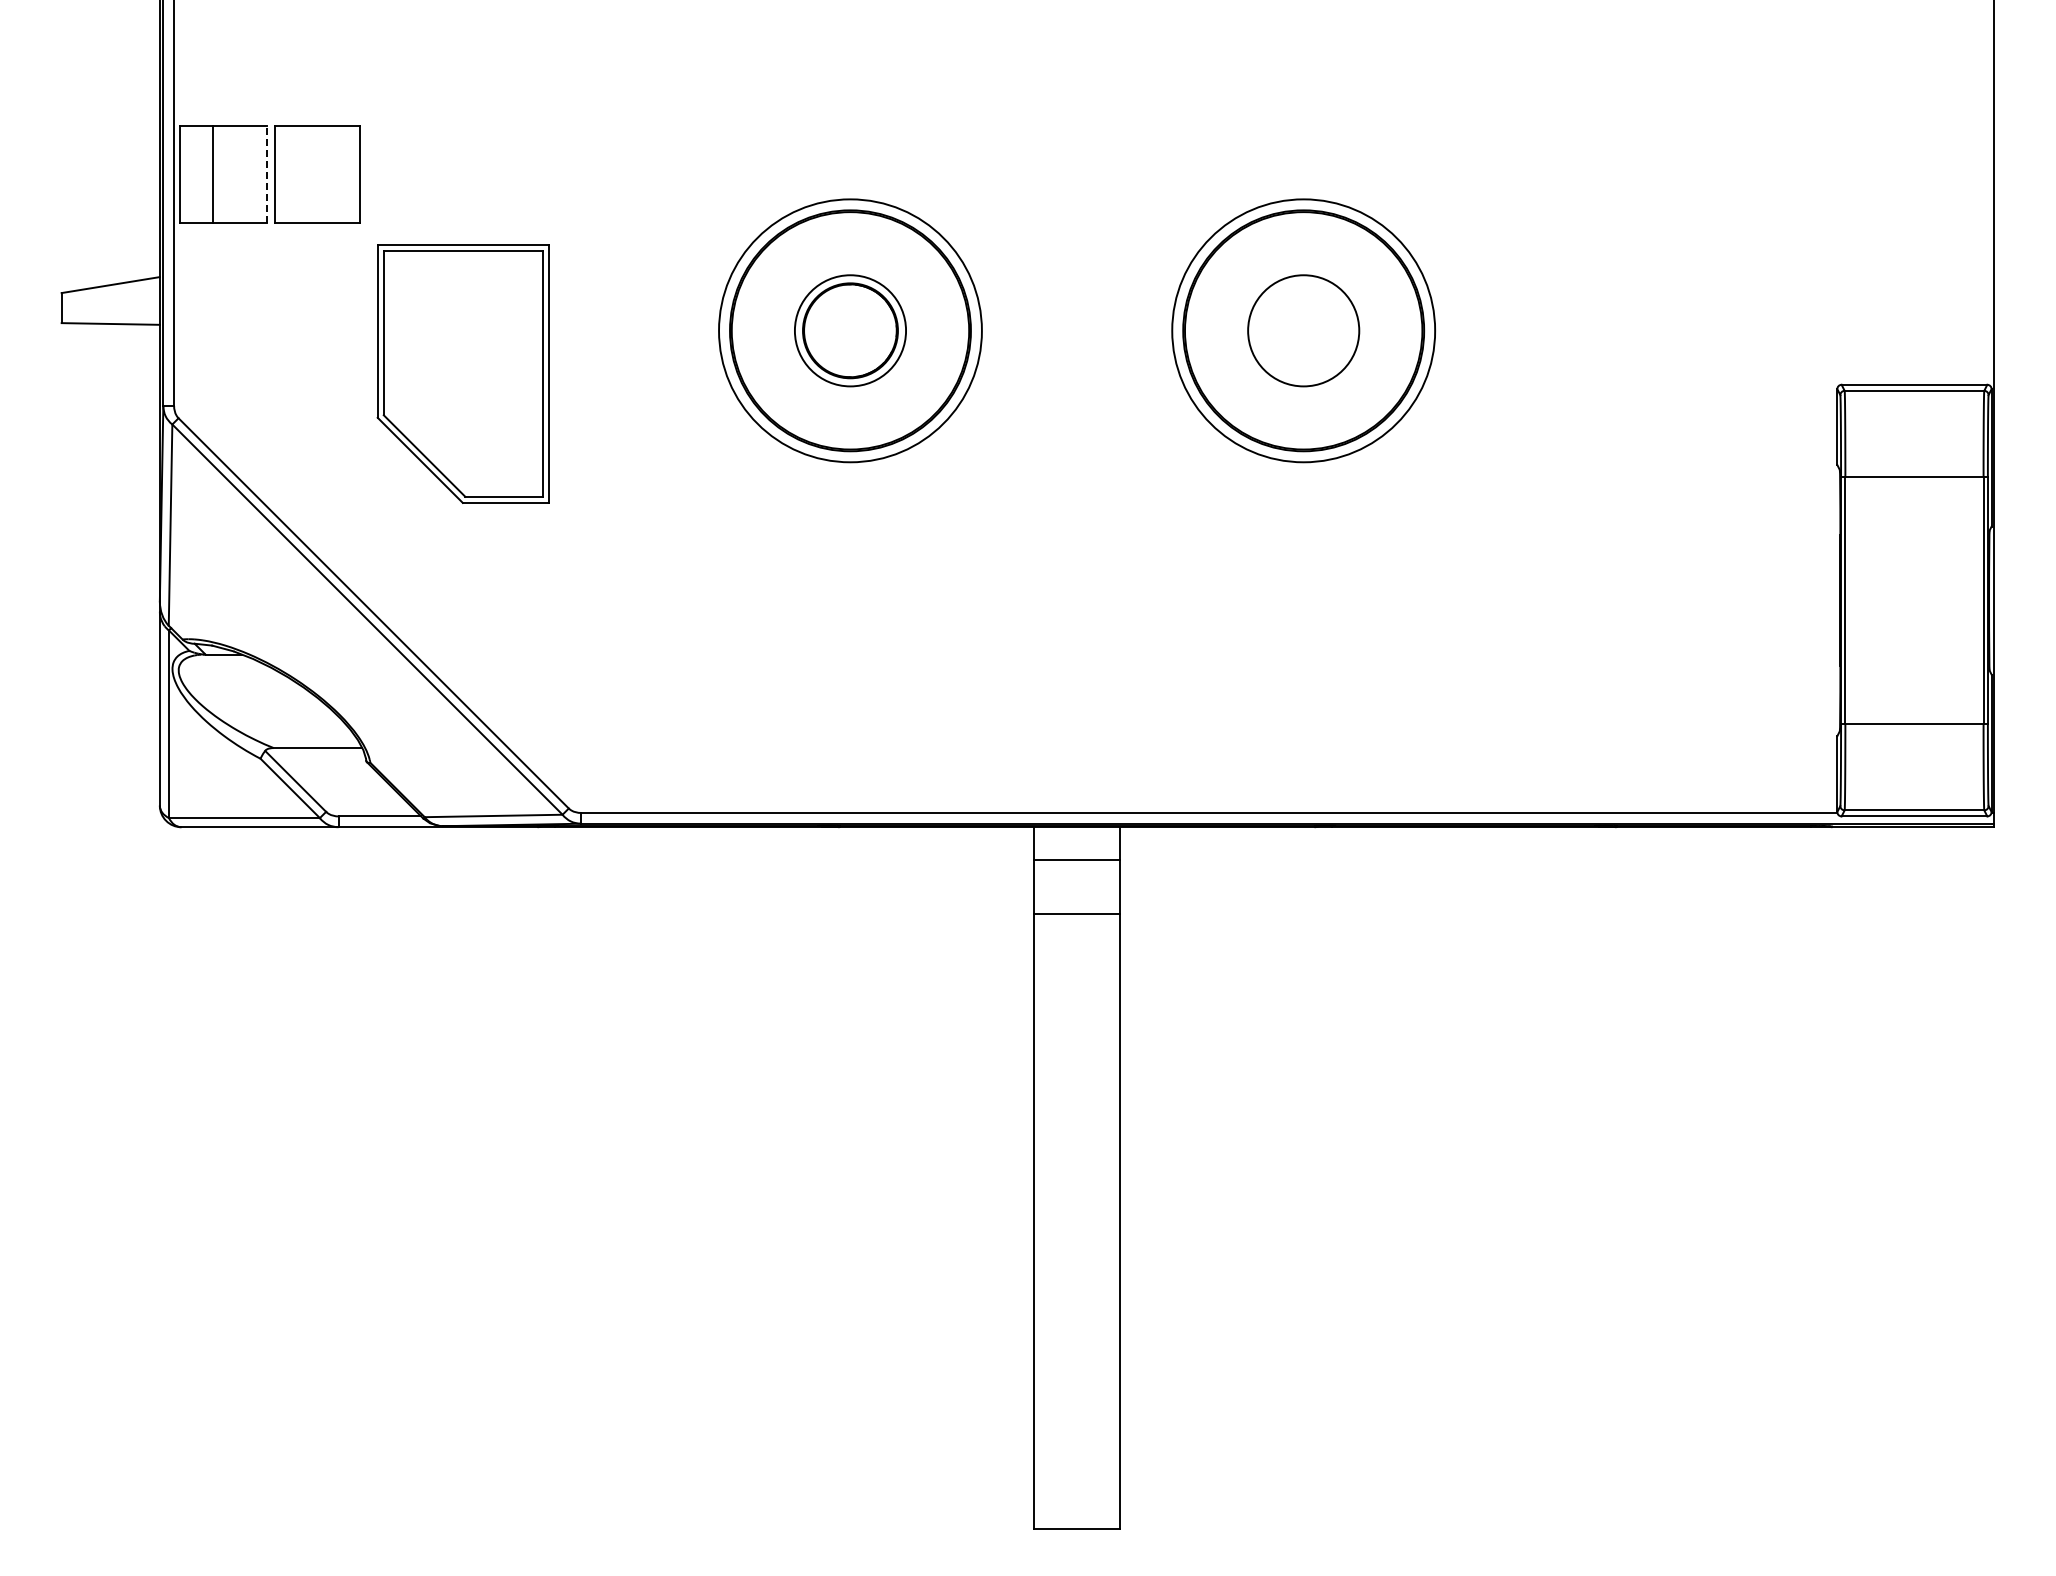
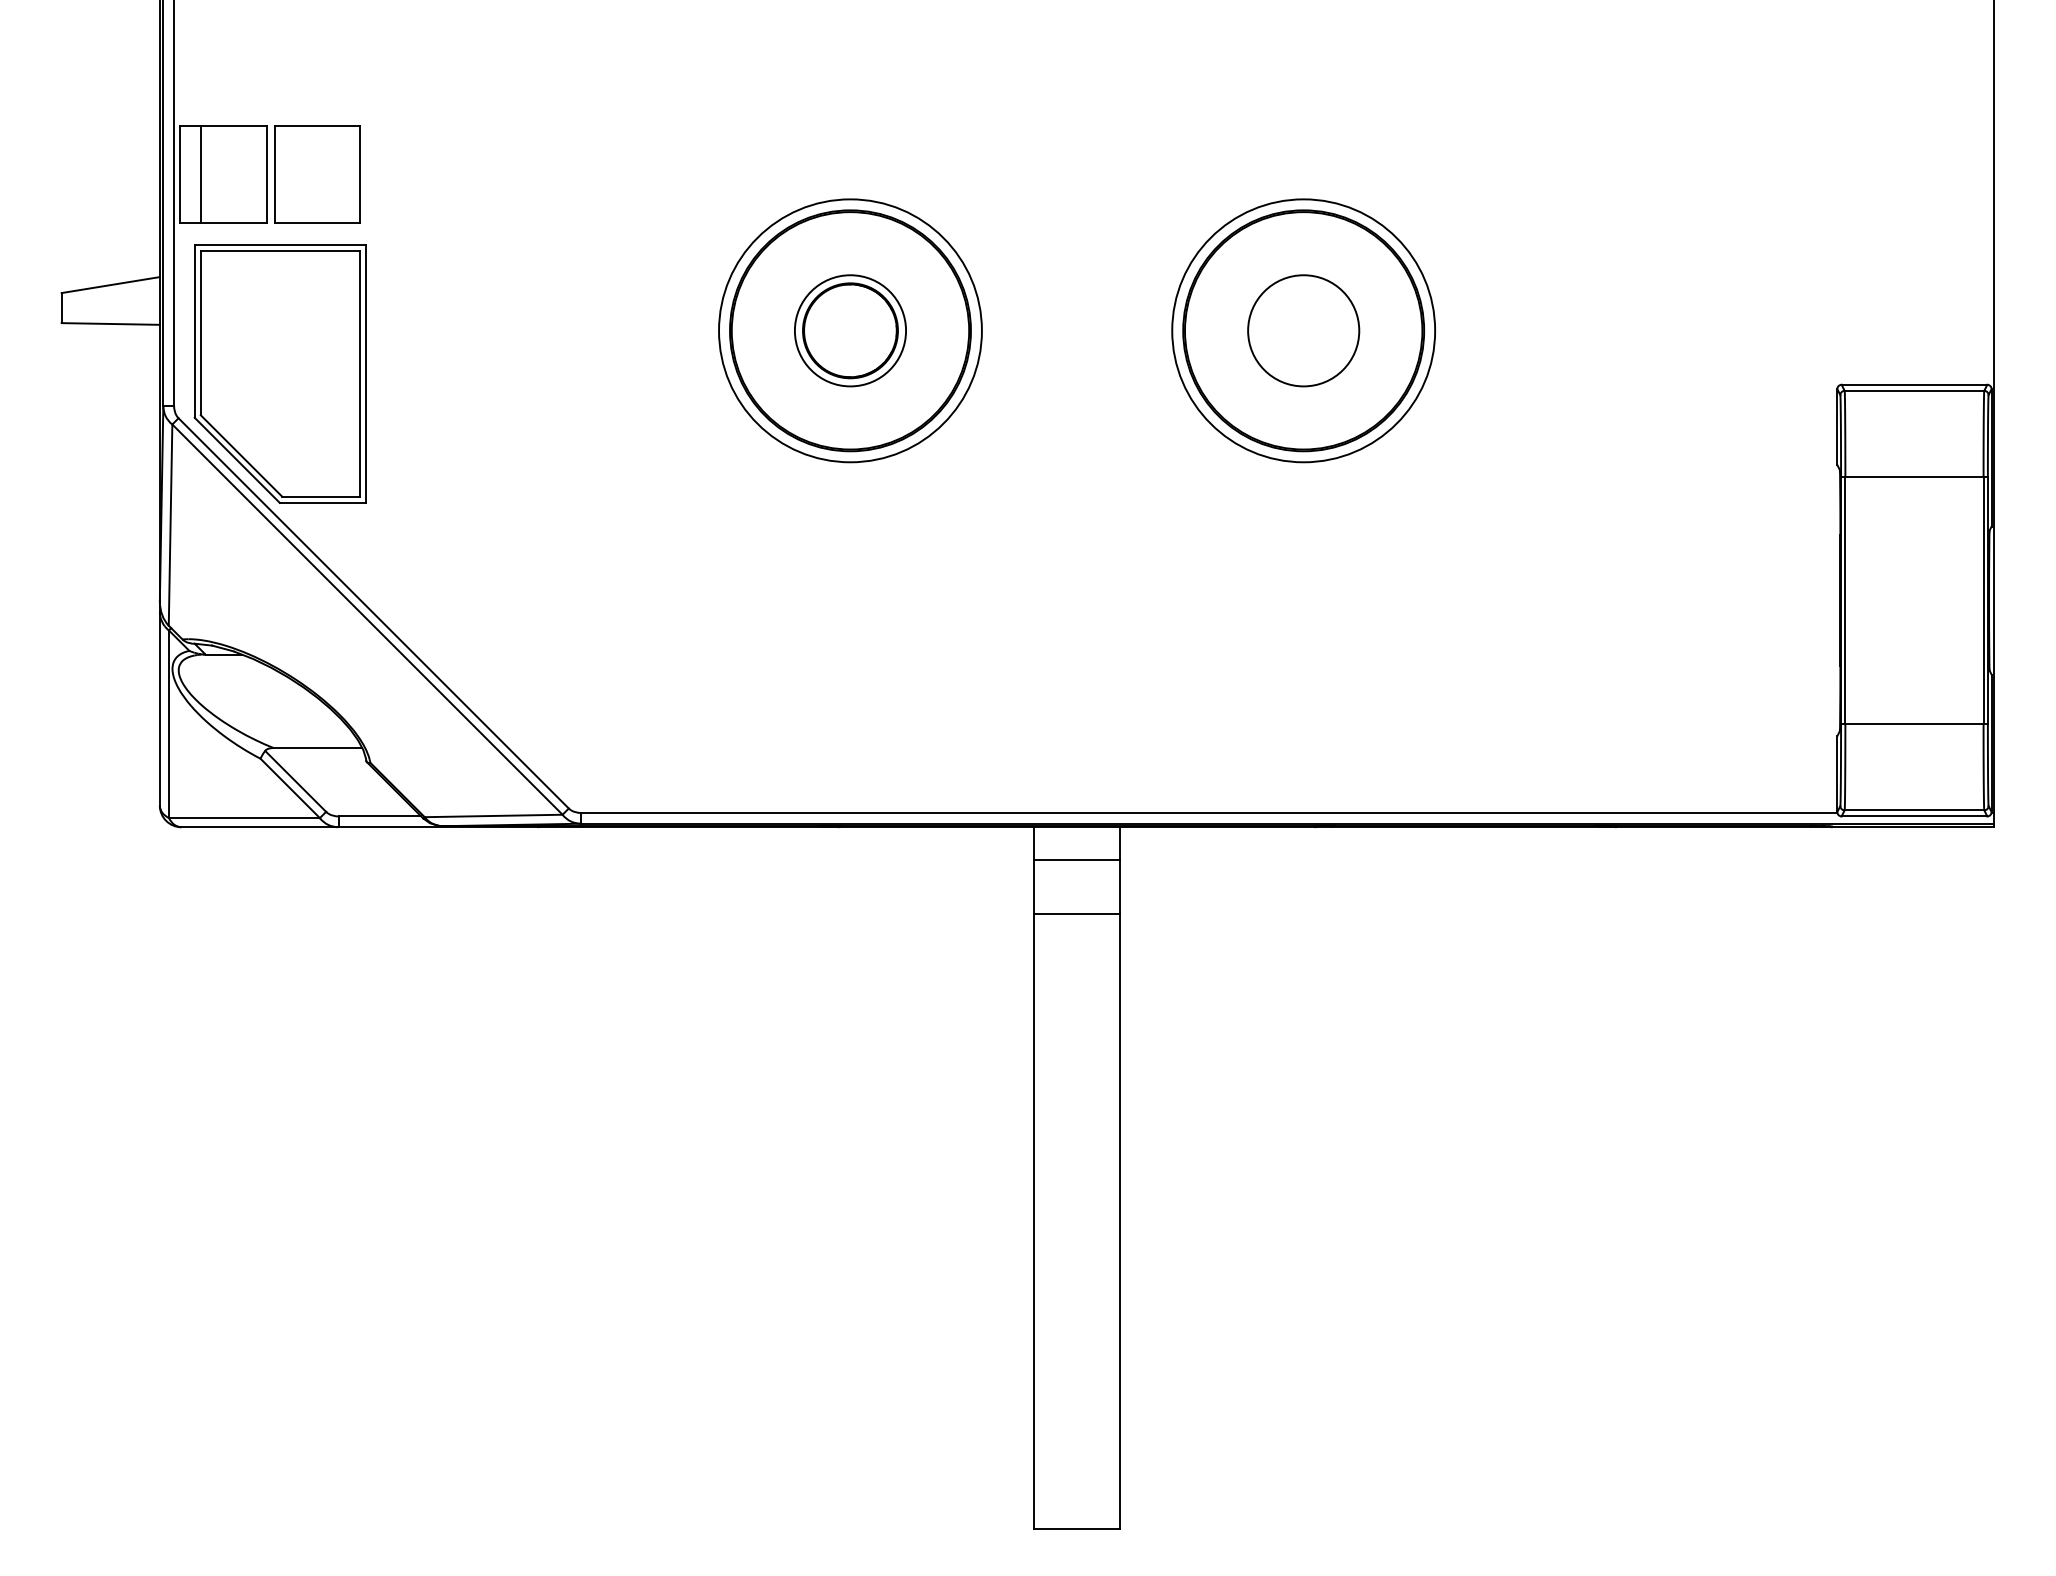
line at (213, 173) position: (213, 173) -> (201, 173)
line at (266, 174): dashed -> solid
part at (462, 373) position: (462, 373) -> (279, 373)
